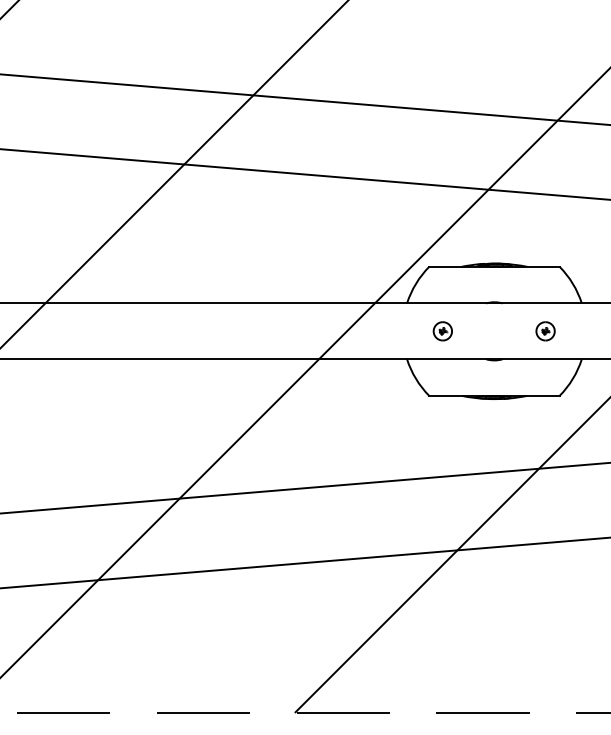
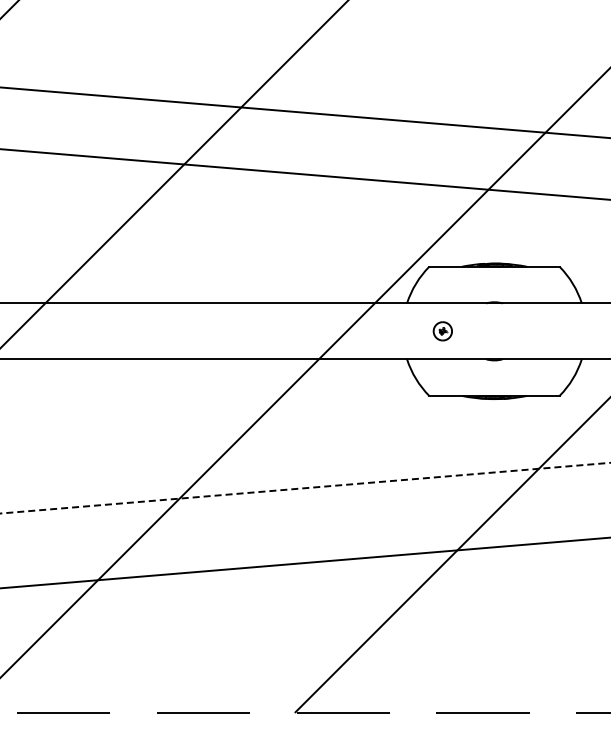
line at (304, 99) position: (304, 99) -> (304, 112)
part at (545, 331): present -> none
line at (305, 488): solid -> dashed
